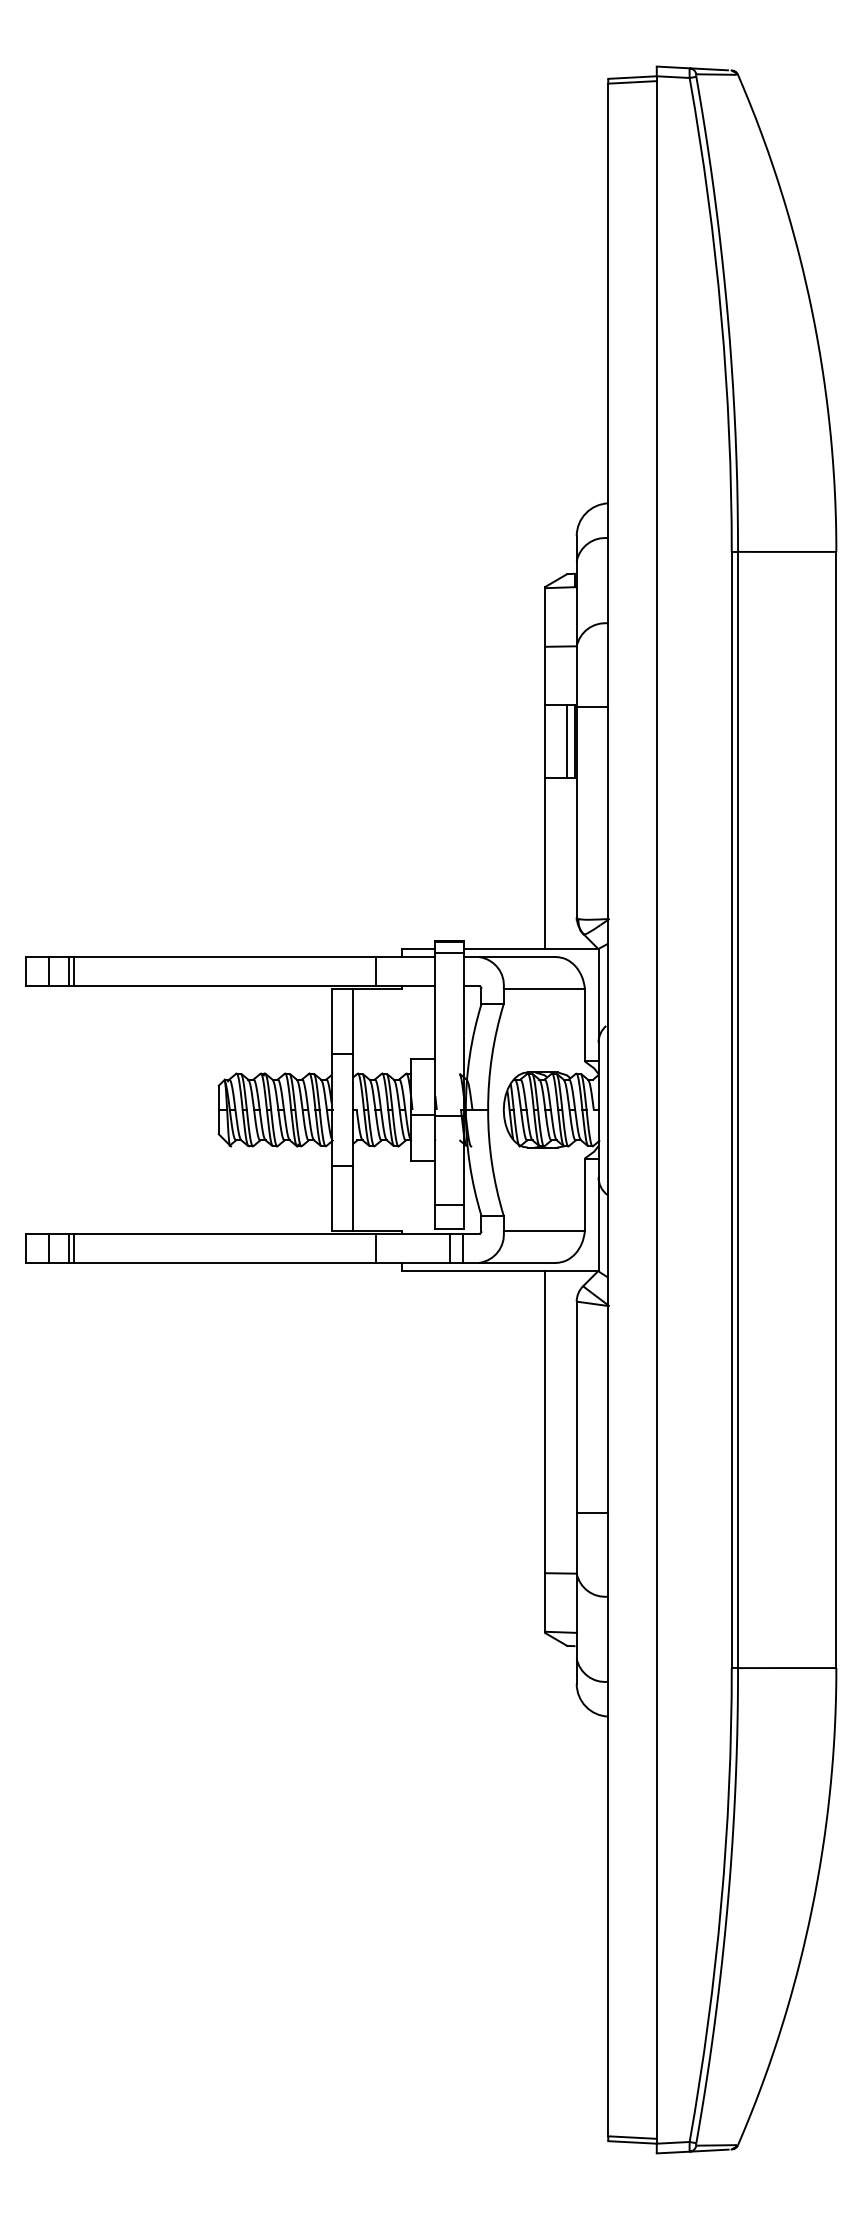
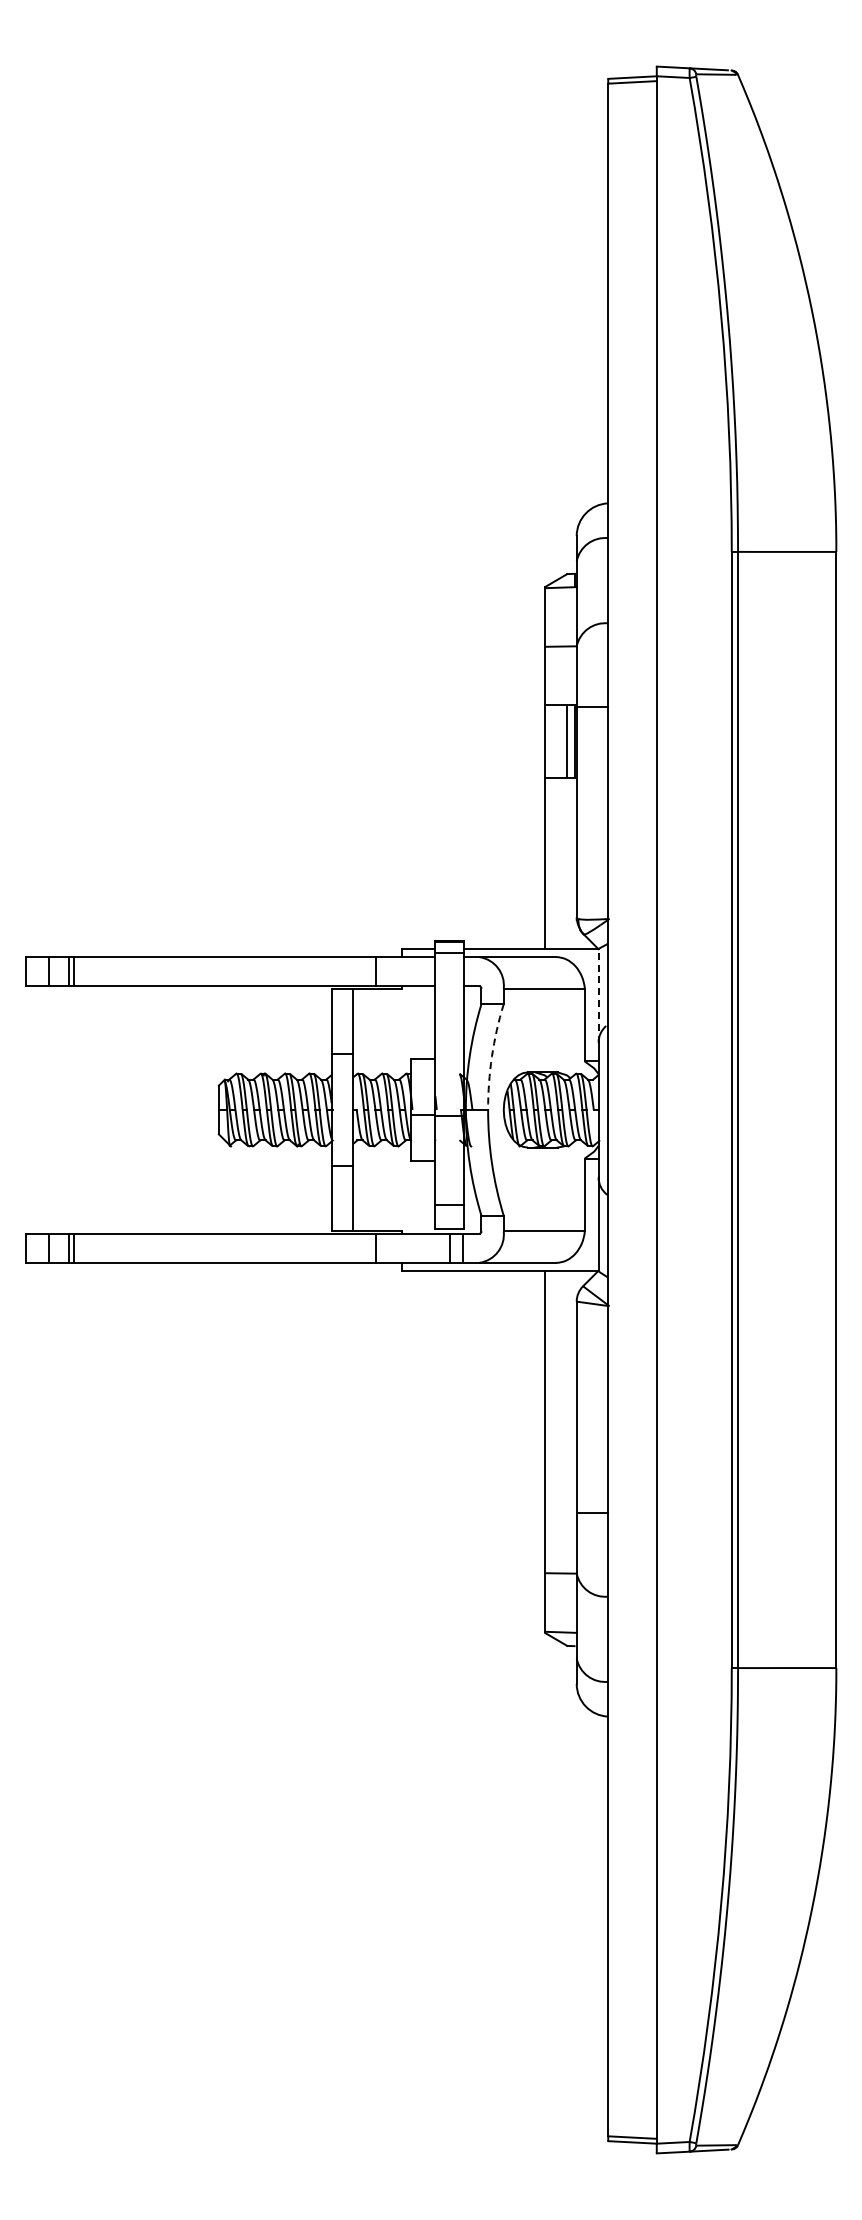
line at (598, 995): solid -> dashed
arc at (491, 1056): solid -> dashed
